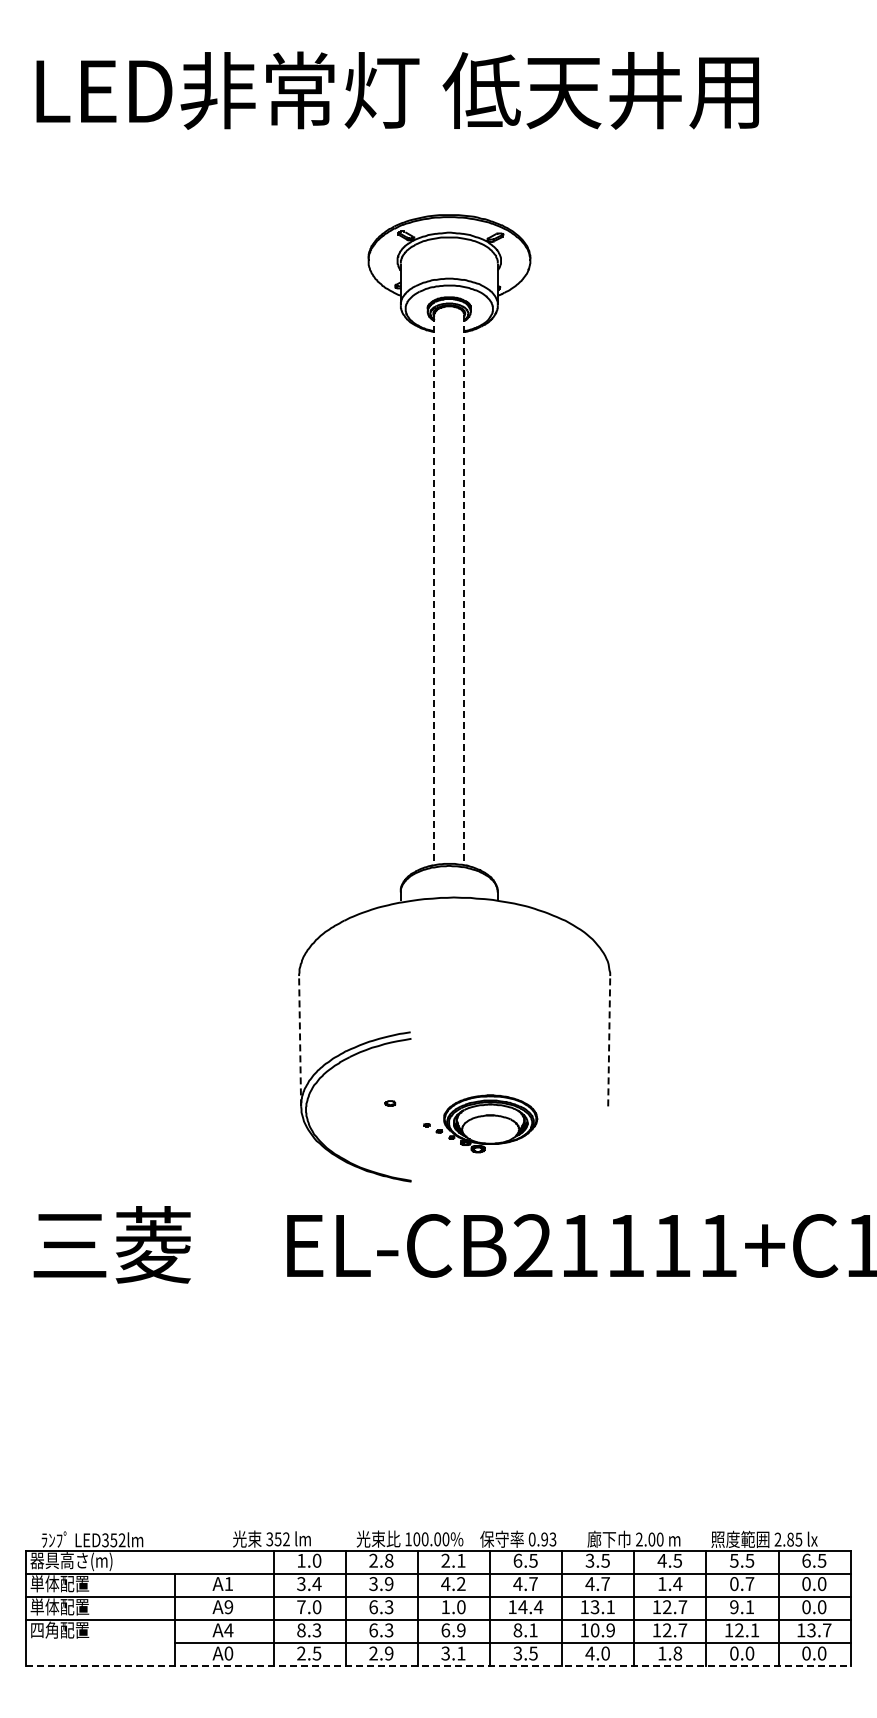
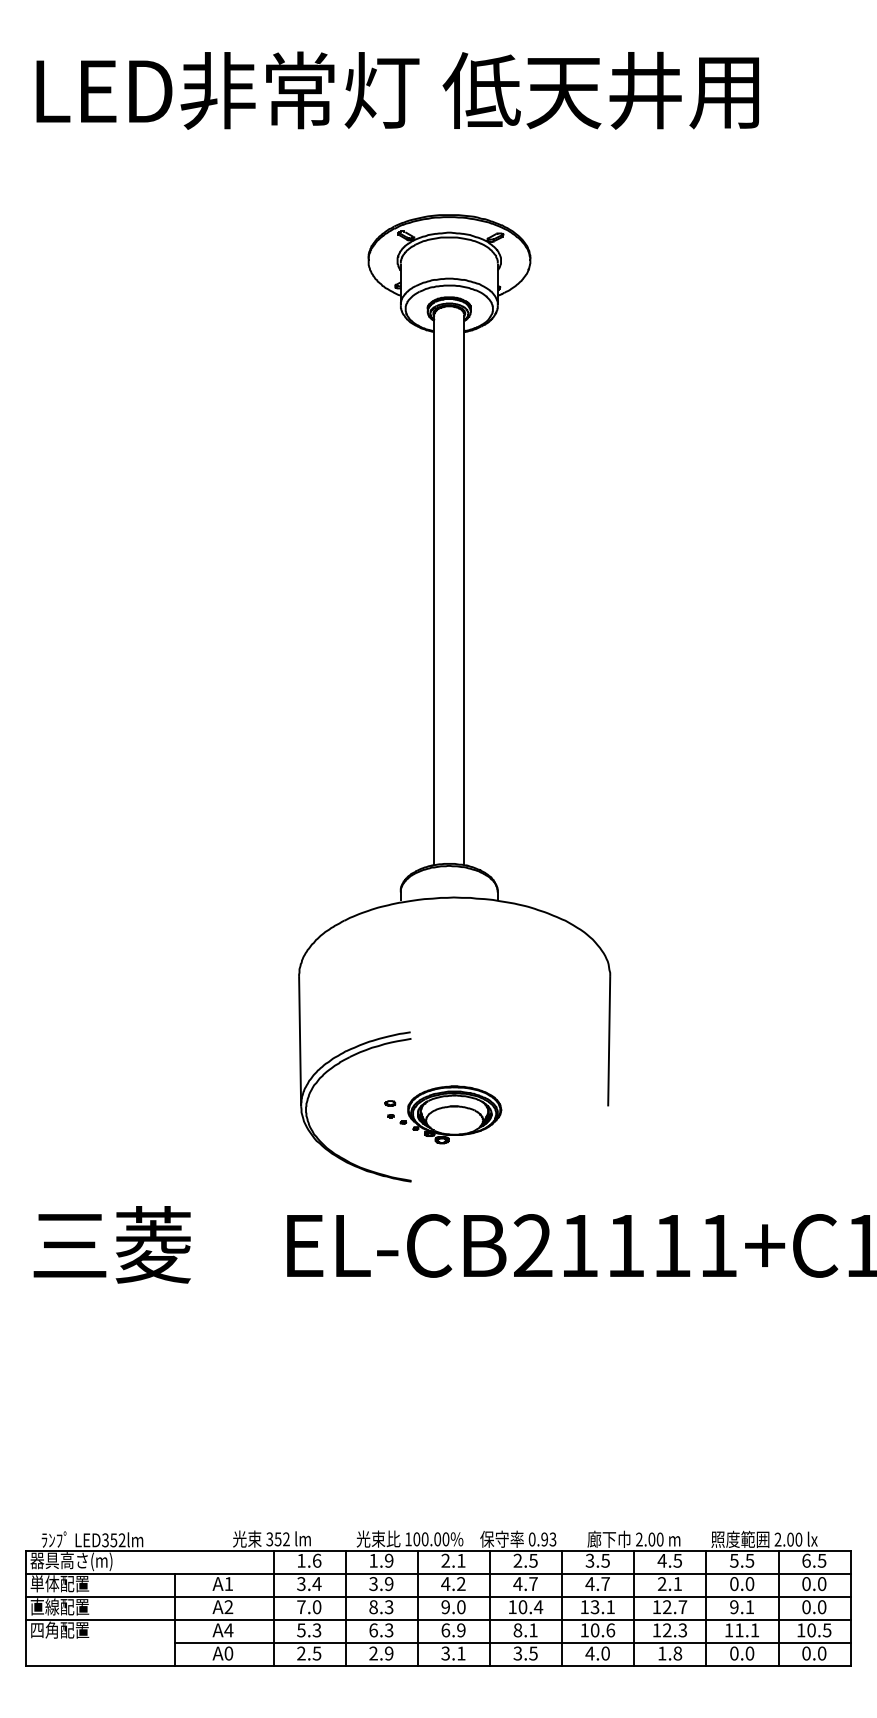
line at (434, 590): dashed -> solid
line at (464, 590): dashed -> solid
line at (300, 1040): dashed -> solid
line at (609, 1040): dashed -> solid
part at (480, 1123) position: (480, 1123) -> (444, 1114)
text at (794, 1539): 2.85 -> 2.00
text at (316, 1560): 1.0 -> 1.6
text at (381, 1560): 2.8 -> 1.9
text at (517, 1560): 6.5 -> 2.5
text at (670, 1583): 1.4 -> 2.1
text at (749, 1584): 0.7 -> 0.0
text at (44, 1606): 単体配置 -> 直線配置
text at (228, 1607): A9 -> A2
text at (373, 1607): 6.3 -> 8.3
text at (445, 1607): 1.0 -> 9.0
text at (522, 1607): 14.4 -> 10.4
text at (301, 1630): 8.3 -> 5.3
text at (610, 1630): 10.9 -> 10.6
text at (682, 1630): 12.7 -> 12.3
text at (739, 1630): 12.1 -> 11.1
text at (819, 1630): 13.7 -> 10.5
line at (438, 1666): dashed -> solid
